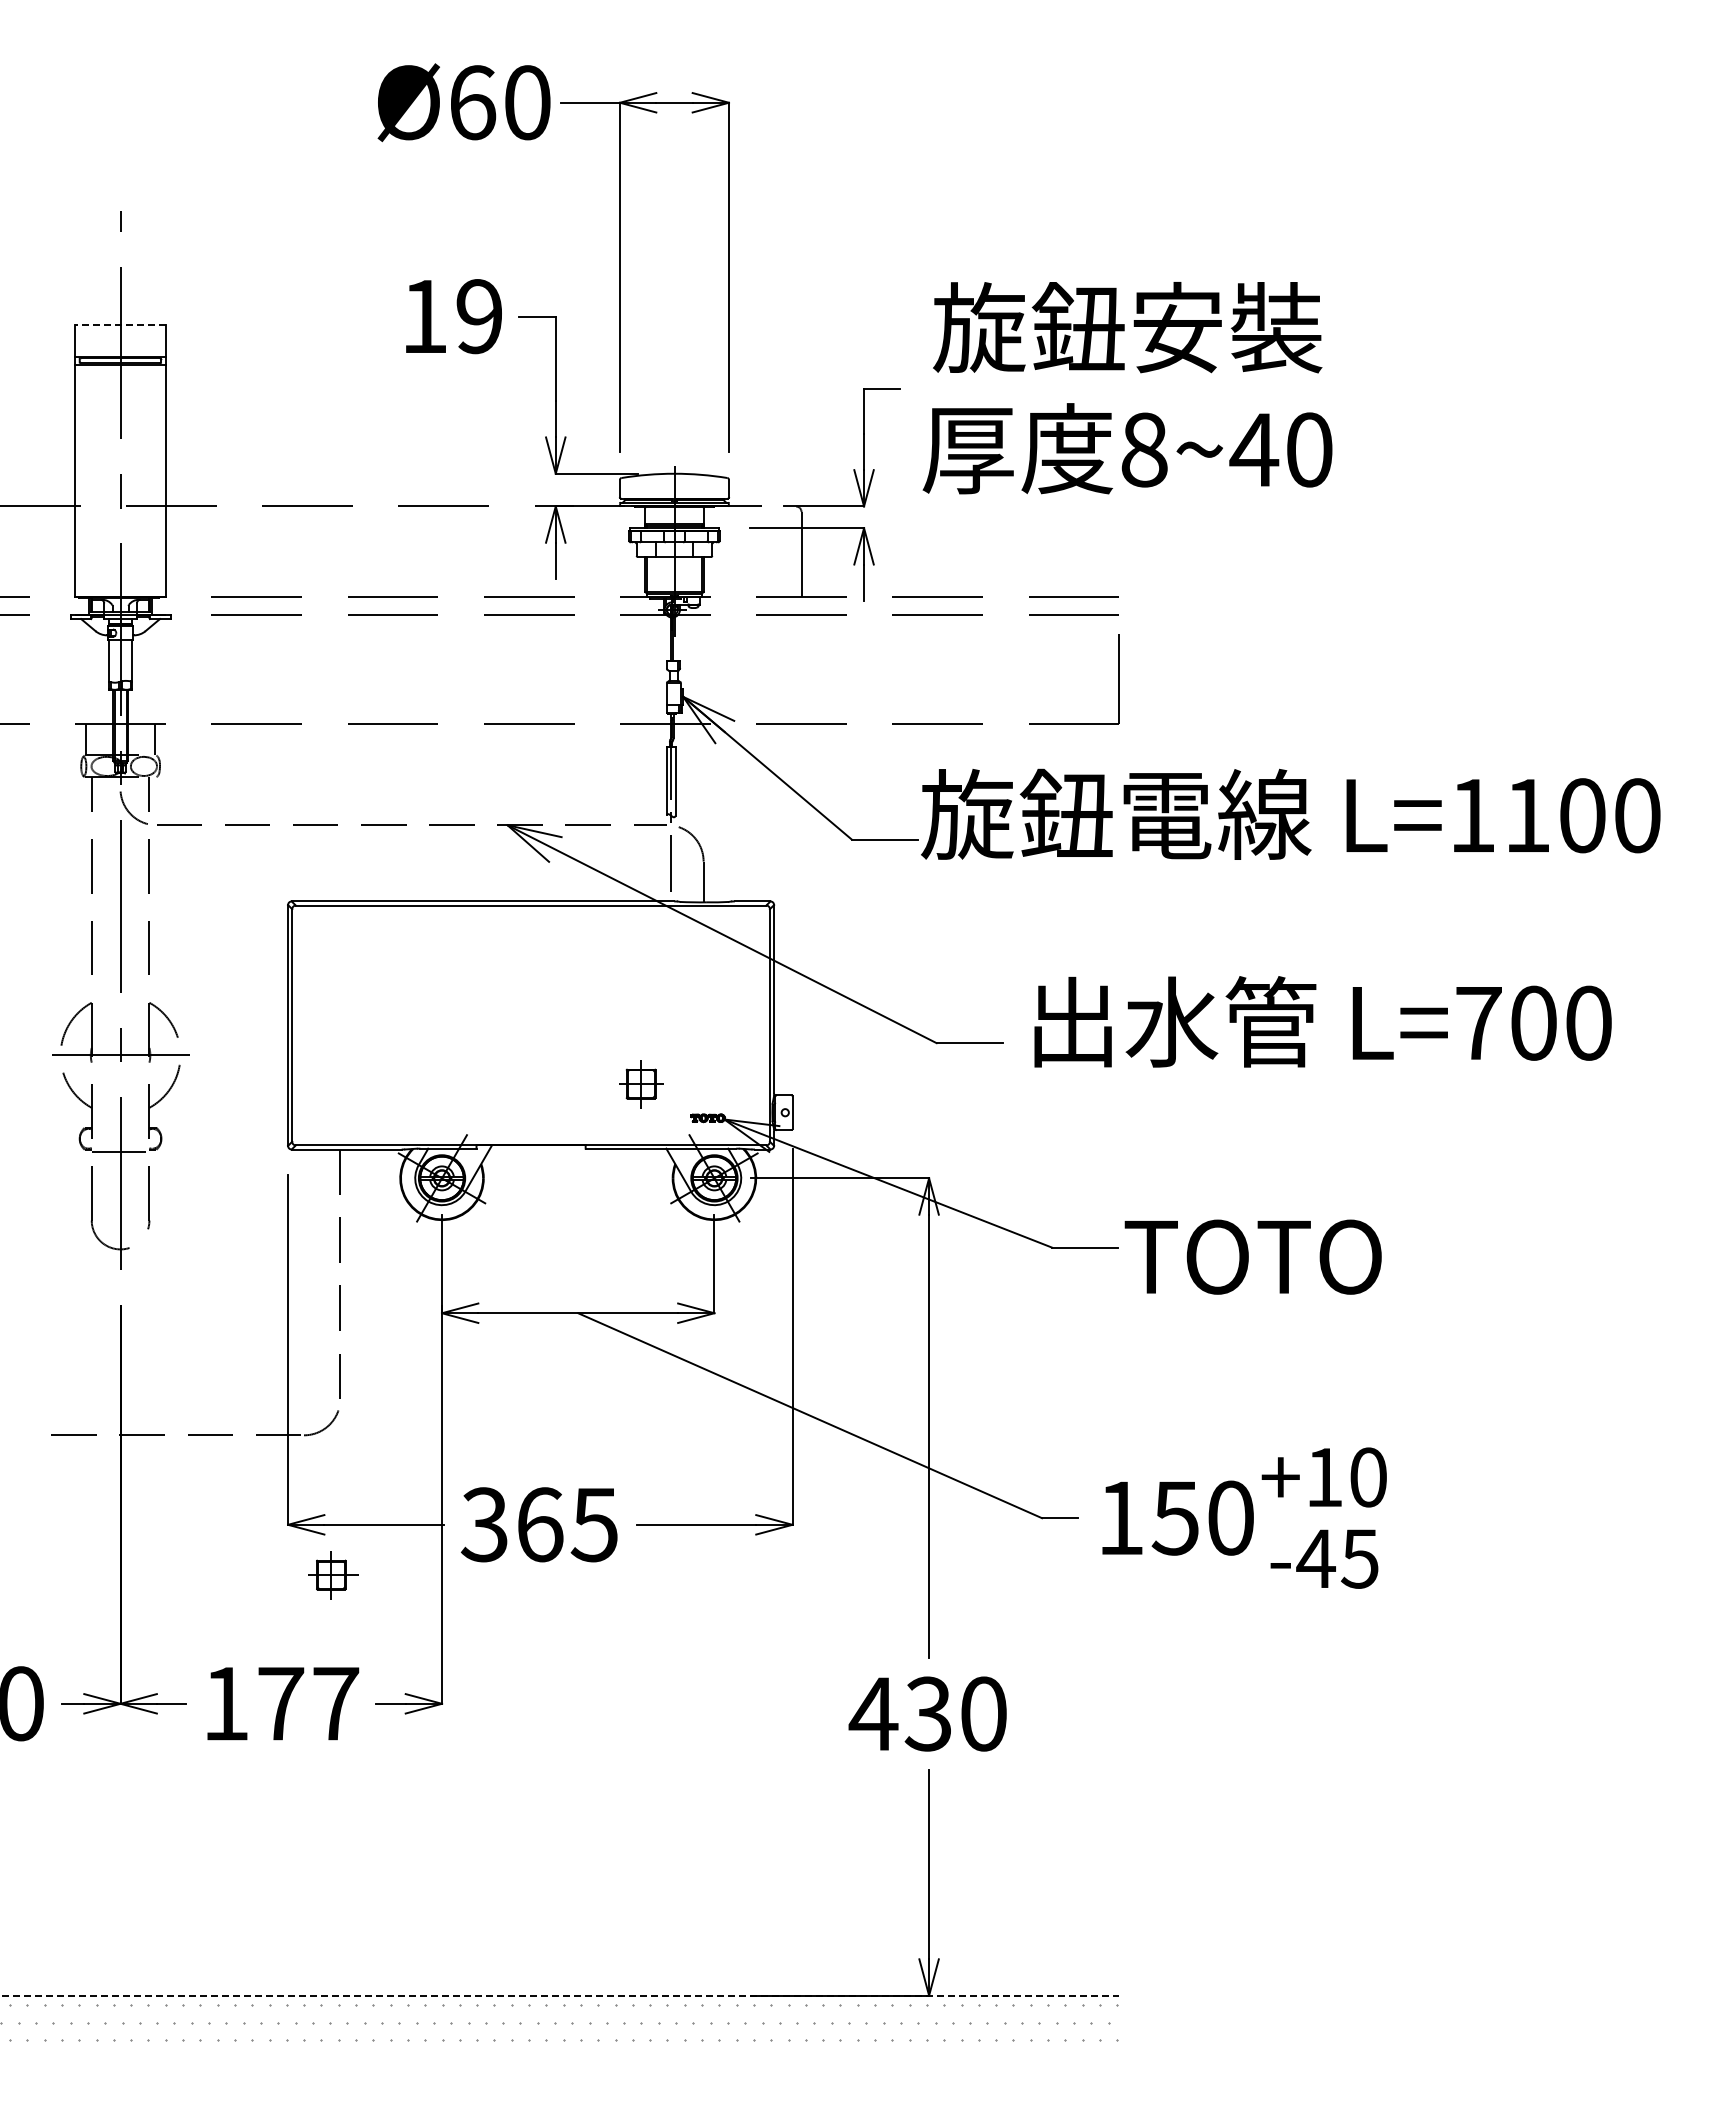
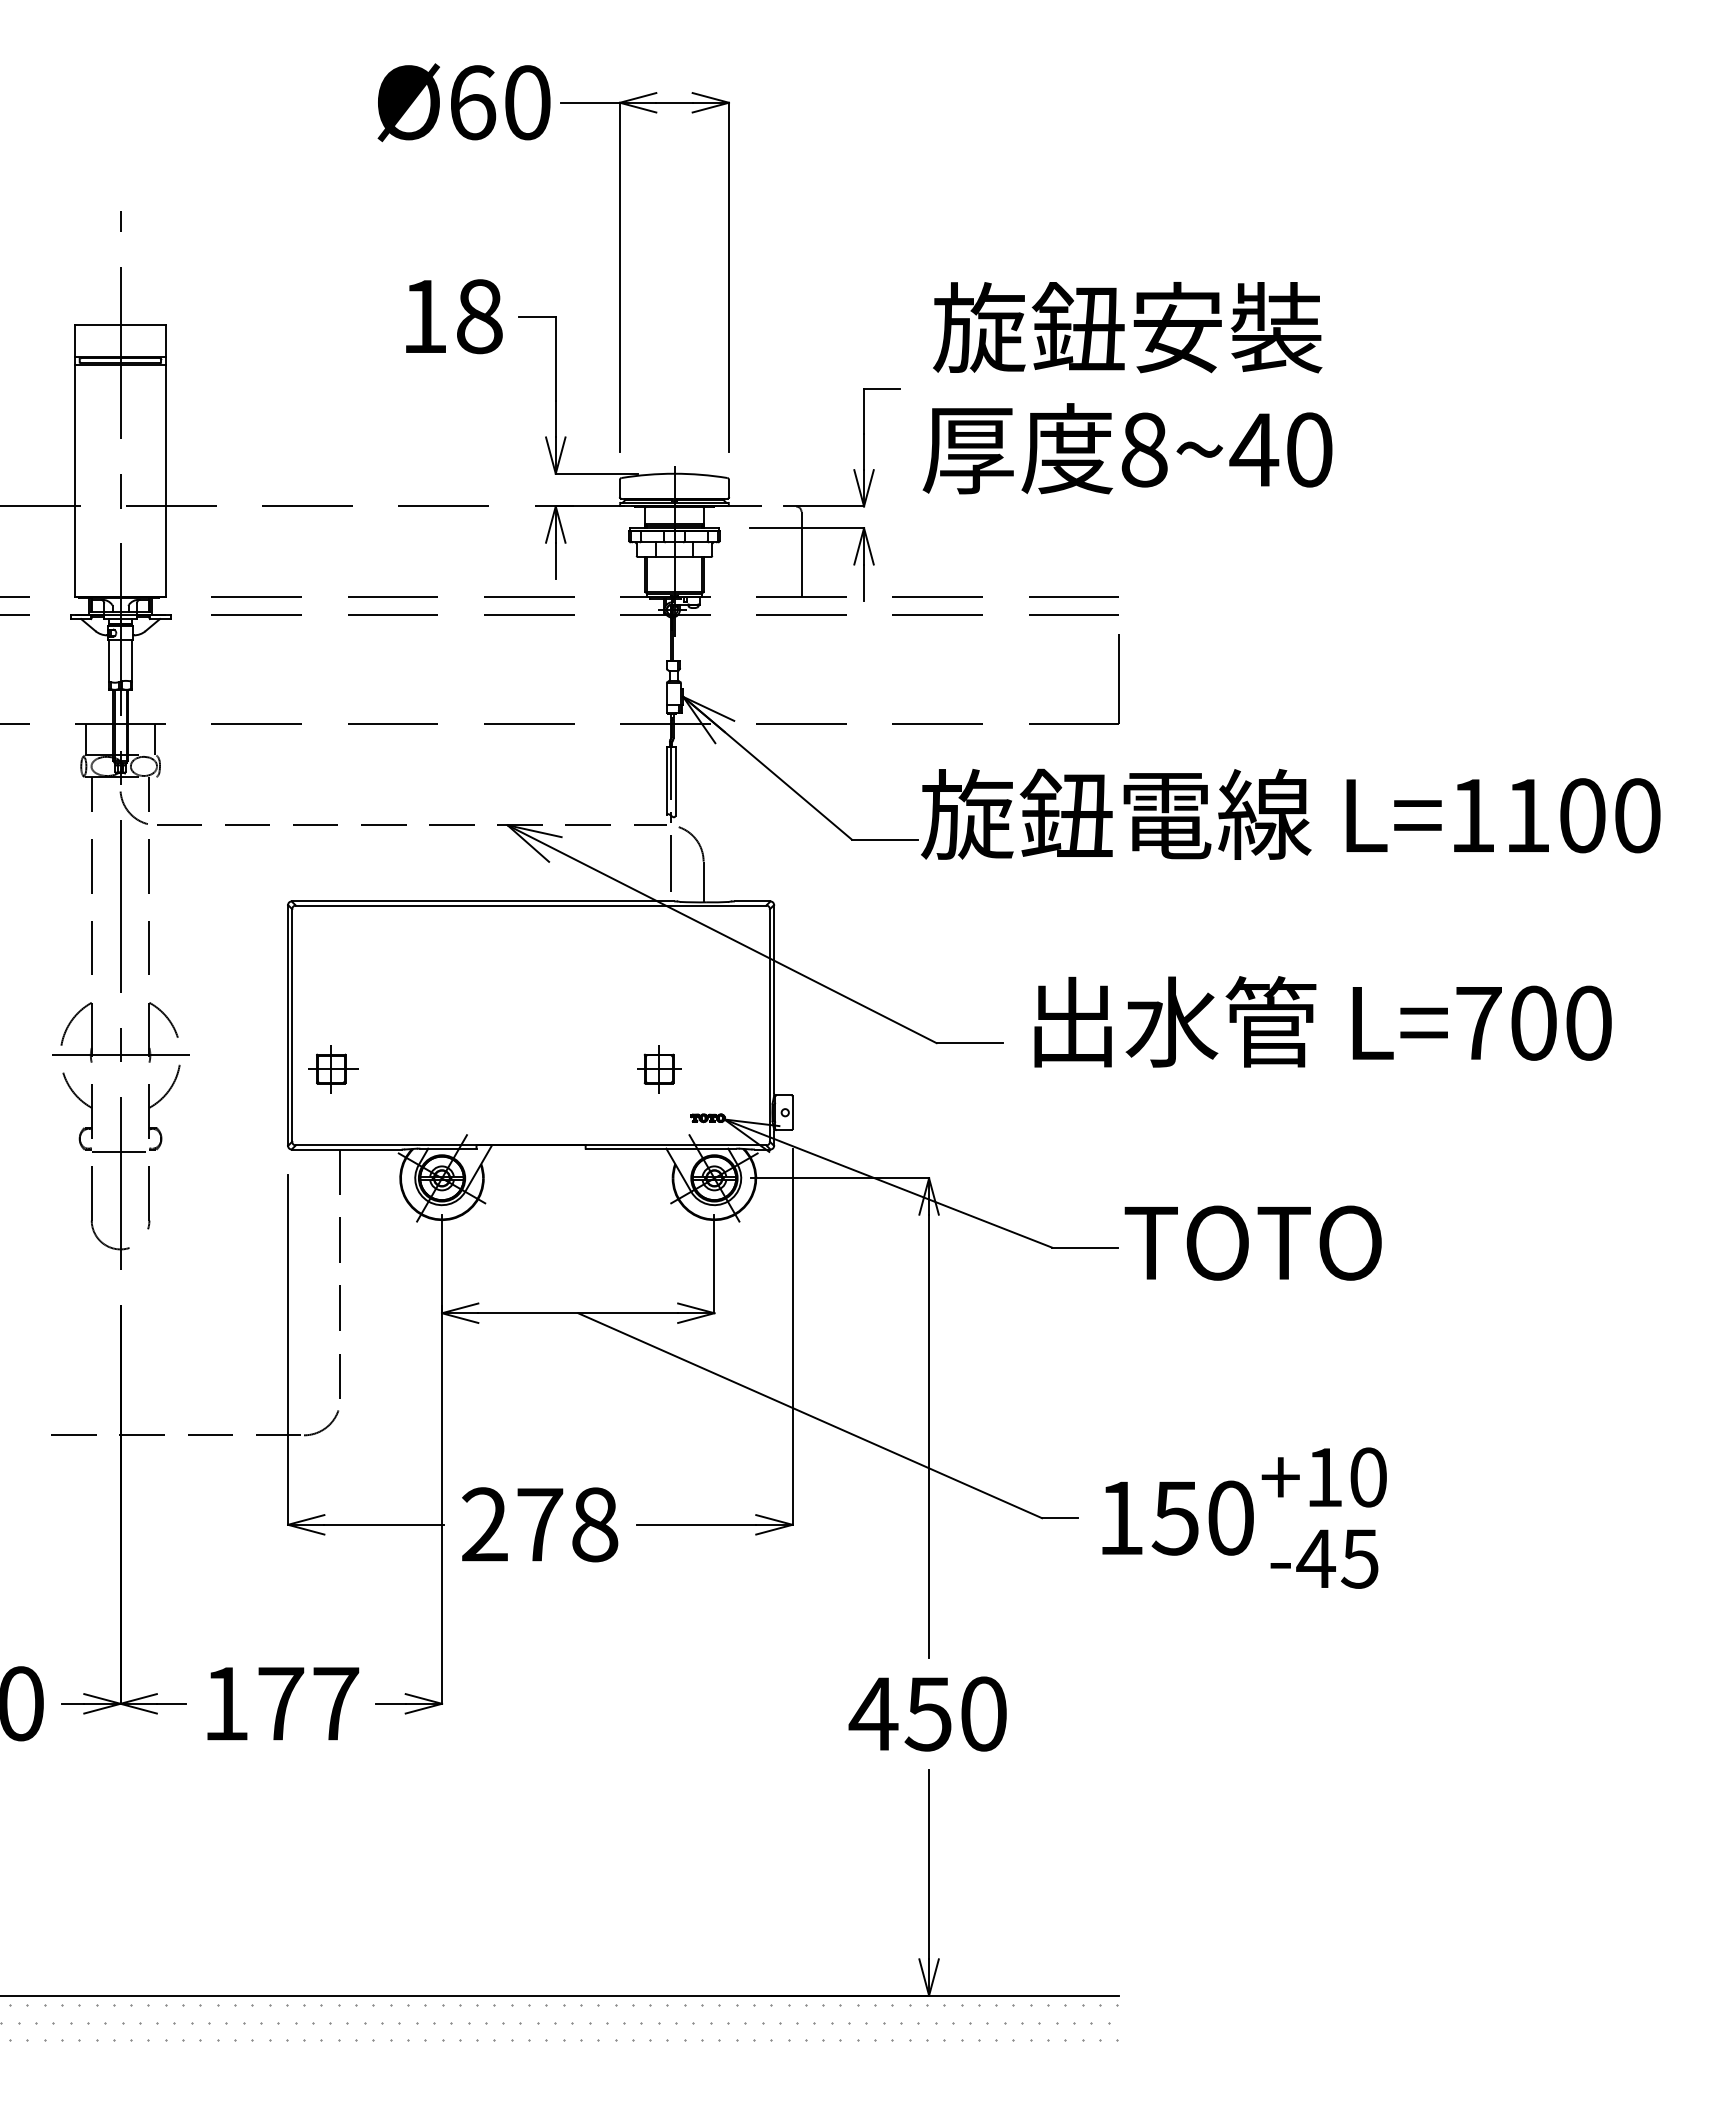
text at (479, 316): 19 -> 18
line at (120, 324): dashed -> solid
part at (641, 1084) position: (641, 1084) -> (659, 1069)
text at (1252, 1256) position: (1252, 1256) -> (1252, 1242)
text at (539, 1524): 365 -> 278
part at (333, 1575) position: (333, 1575) -> (333, 1069)
text at (927, 1713): 430 -> 450
line at (560, 1995): dashed -> solid
